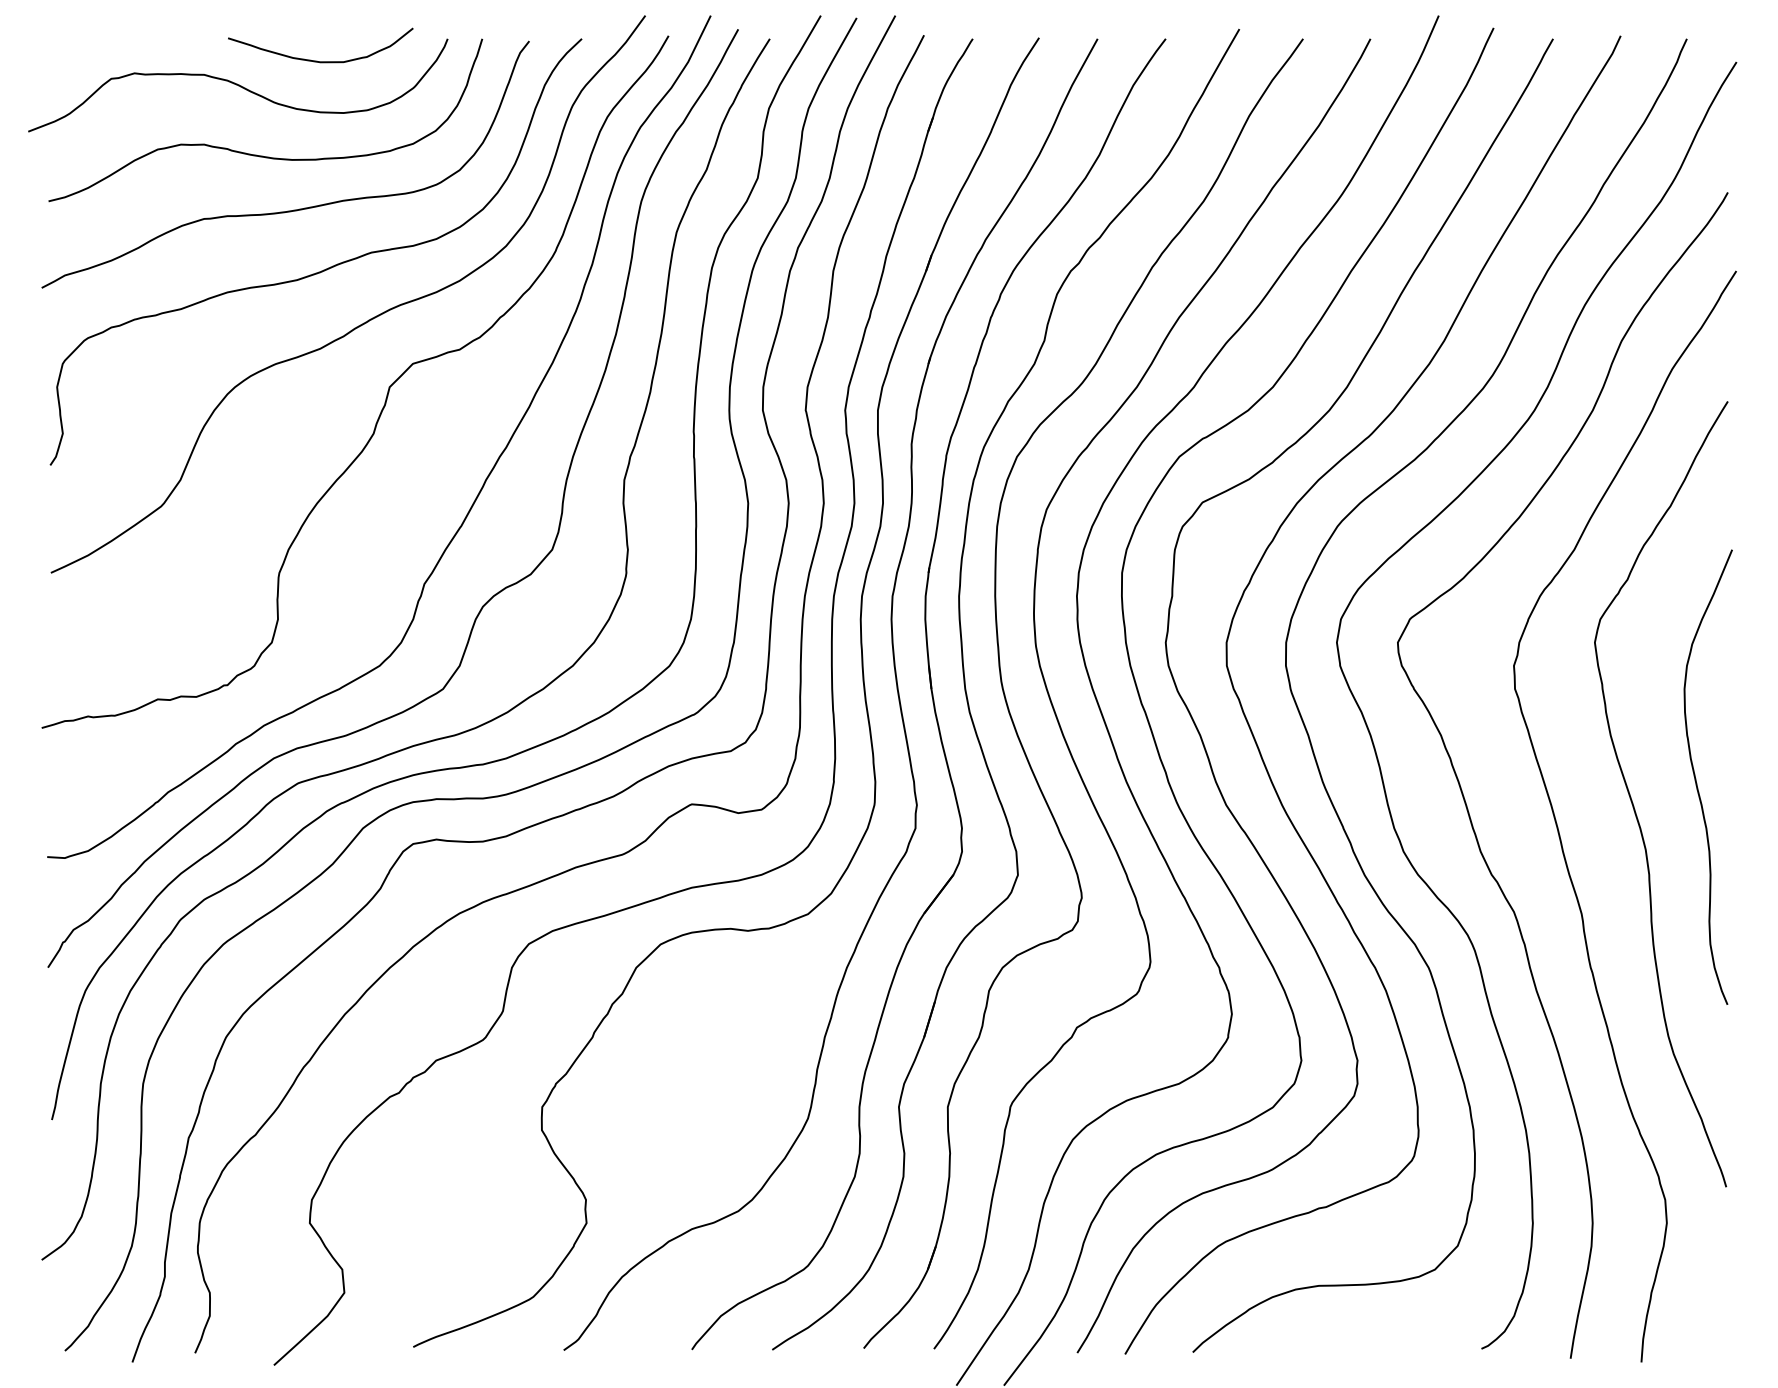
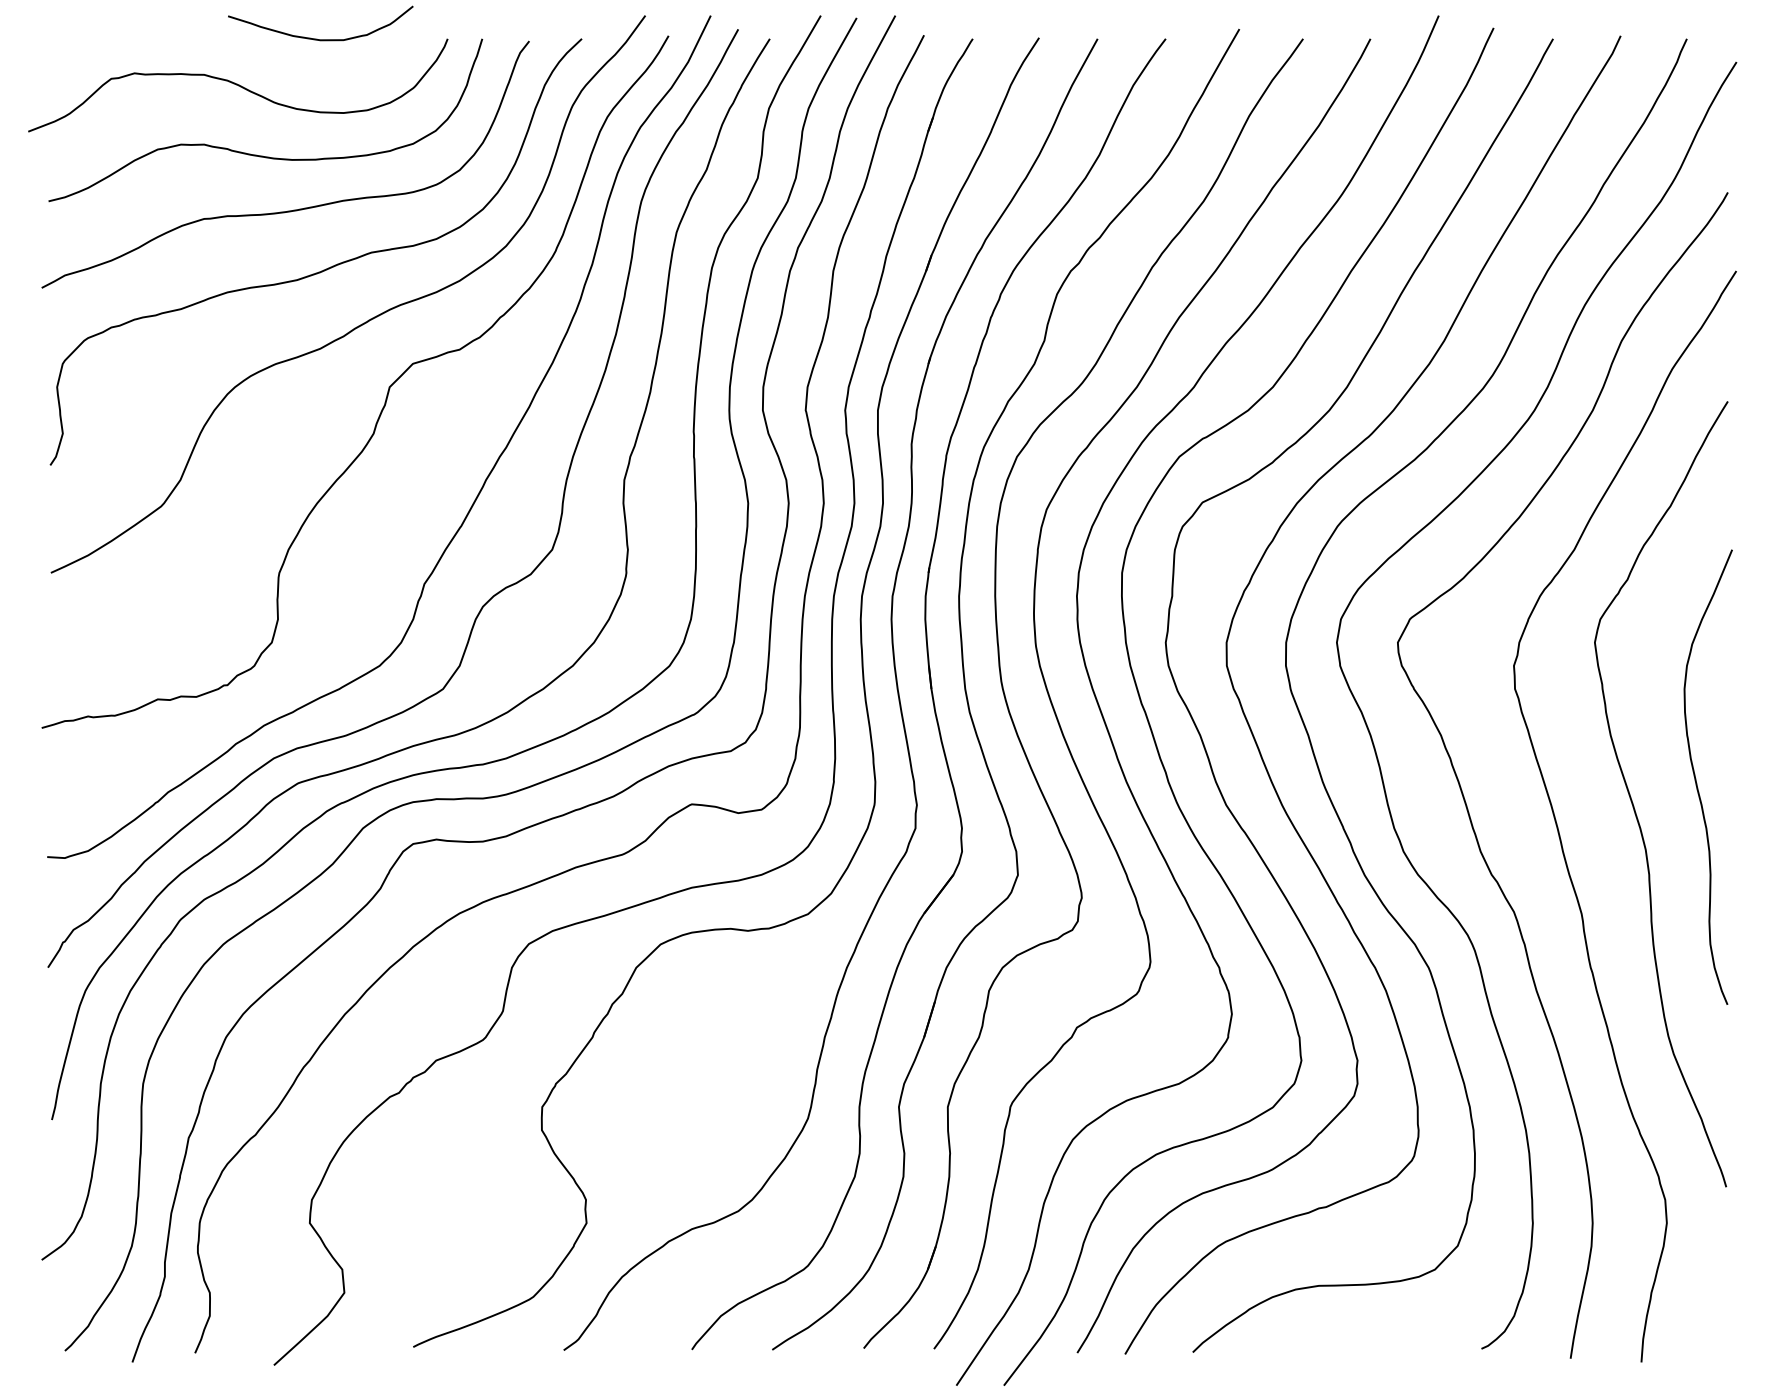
curve at (317, 60) position: (317, 60) -> (317, 38)
